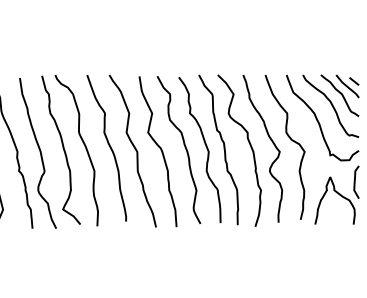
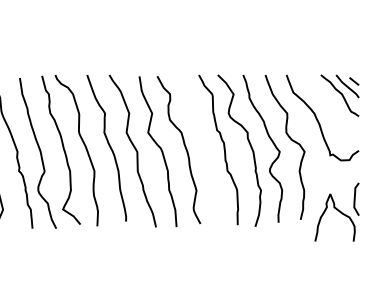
curve at (330, 104): present -> none
curve at (206, 149): present -> none
part at (336, 194) position: (336, 194) -> (336, 211)
